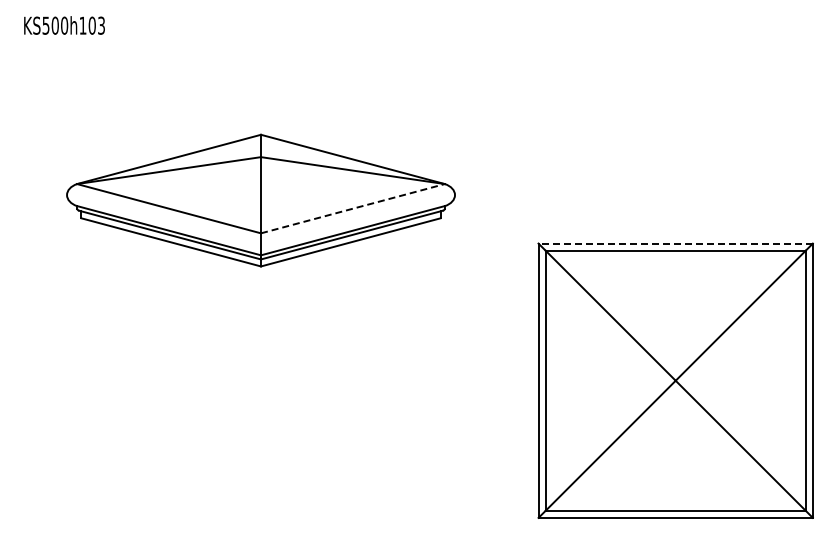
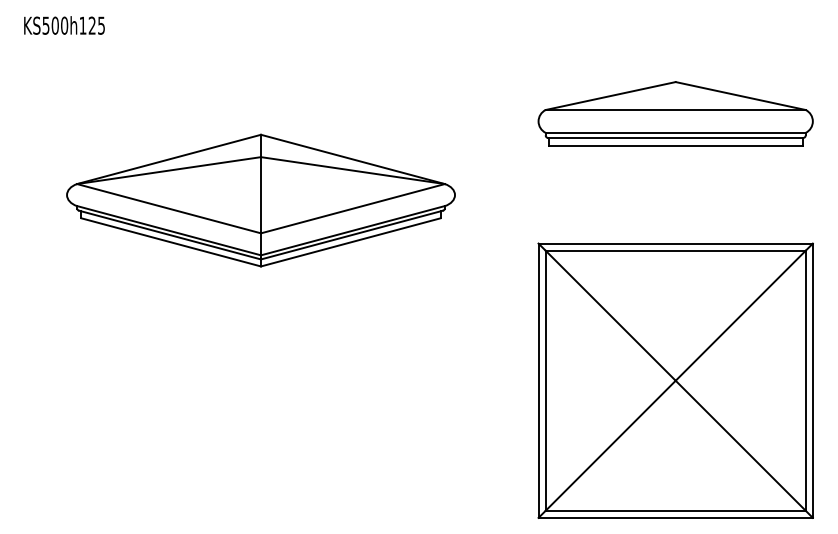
text at (96, 25): KS500h103 -> KS500h125
part at (675, 113): none -> present
line at (353, 208): dashed -> solid
line at (675, 243): dashed -> solid
